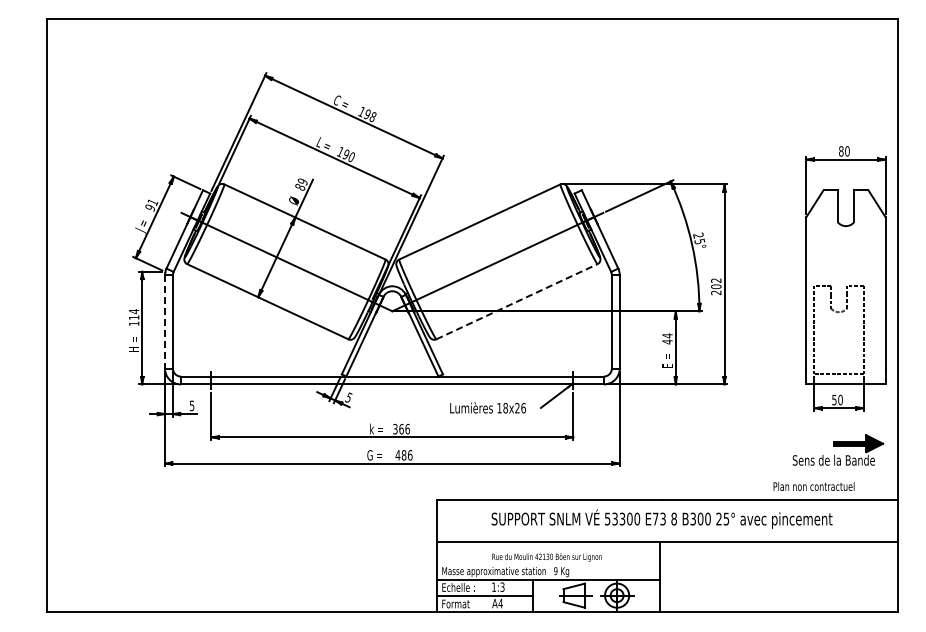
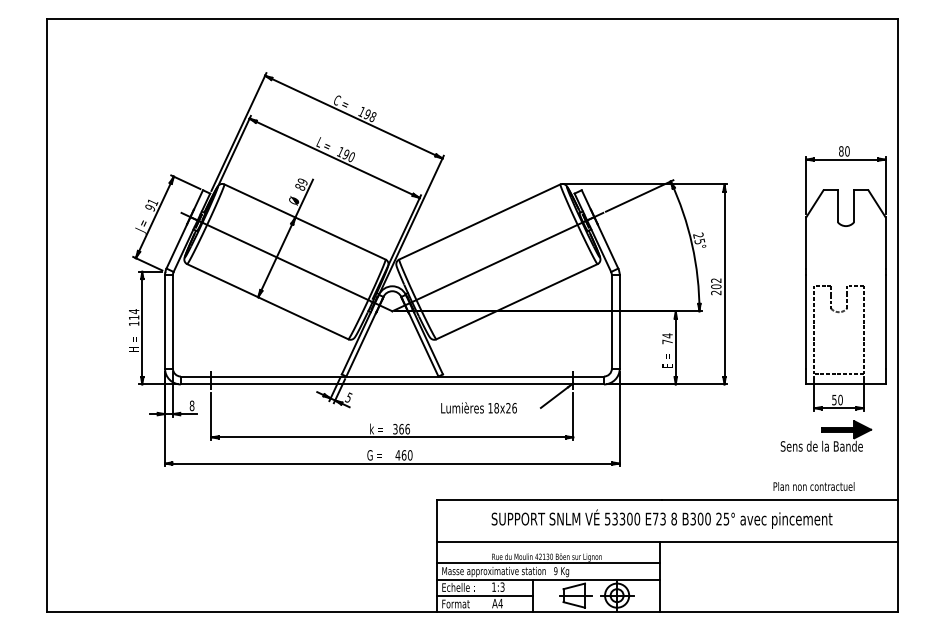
line at (516, 301): dashed -> solid
line at (165, 321): dashed -> solid
text at (667, 341): 44 -> 74
text at (191, 405): 5 -> 8
text at (487, 407) position: (487, 407) -> (478, 407)
part at (838, 449) position: (838, 449) -> (826, 435)
text at (406, 455): 486 -> 460
line at (547, 563): none -> present
